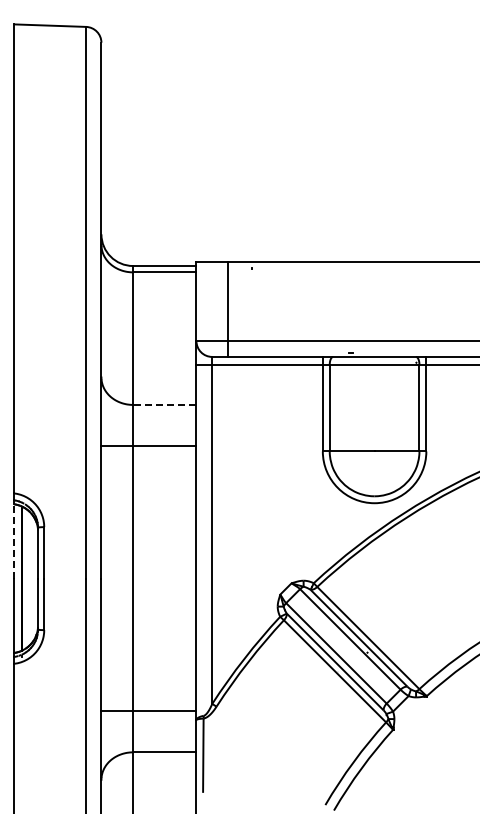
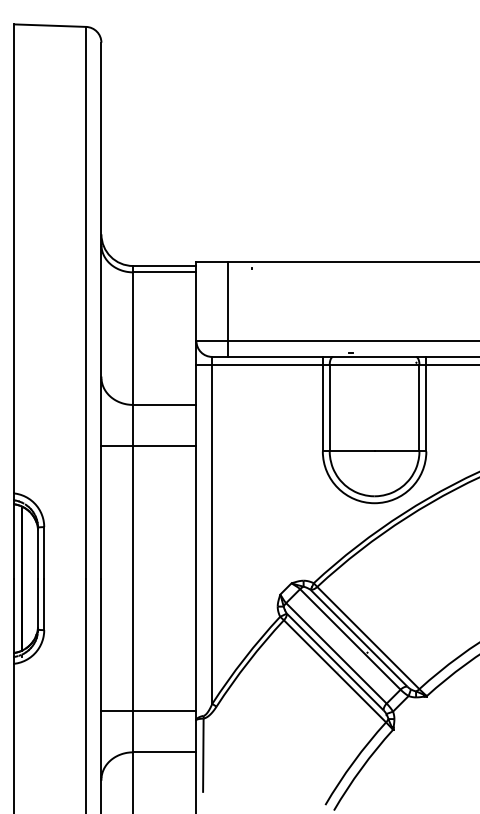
line at (164, 404): dashed -> solid
line at (14, 540): dashed -> solid
